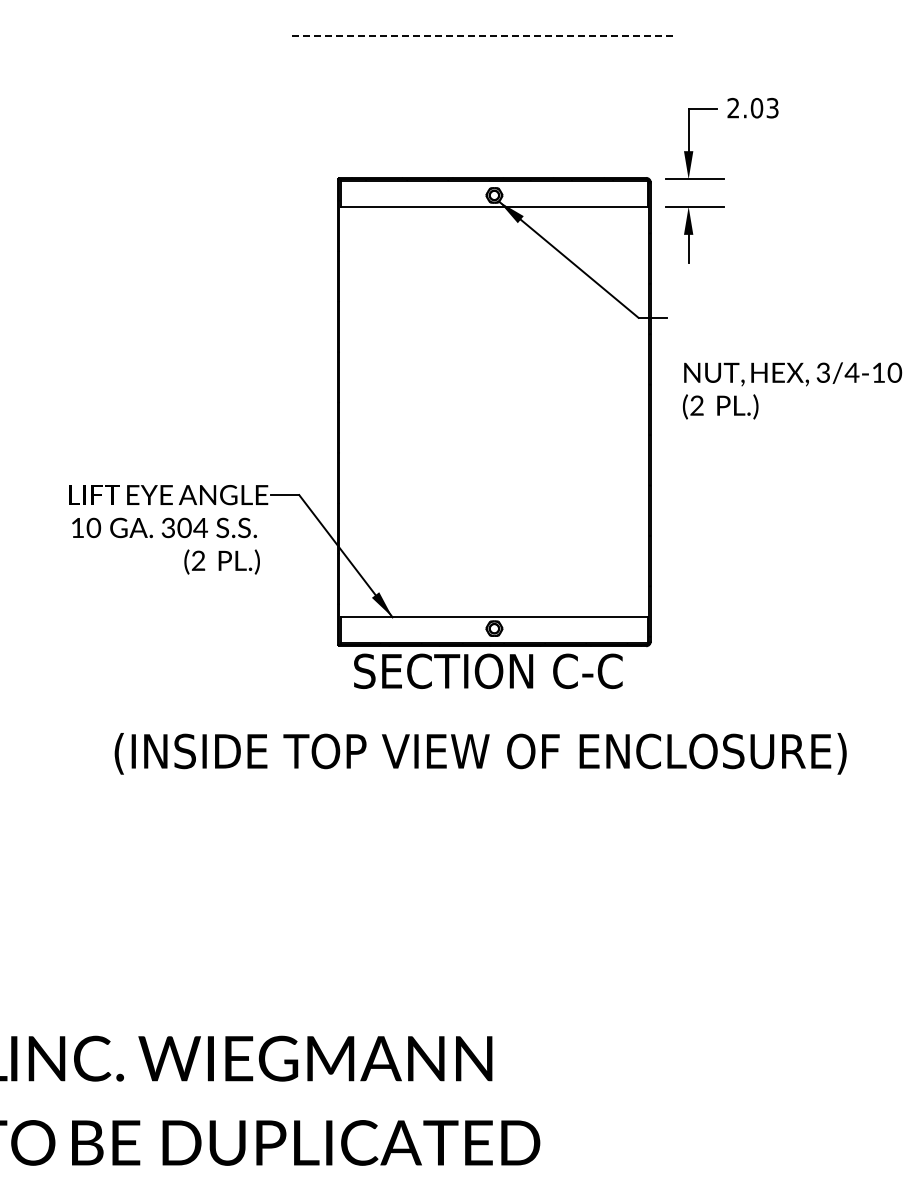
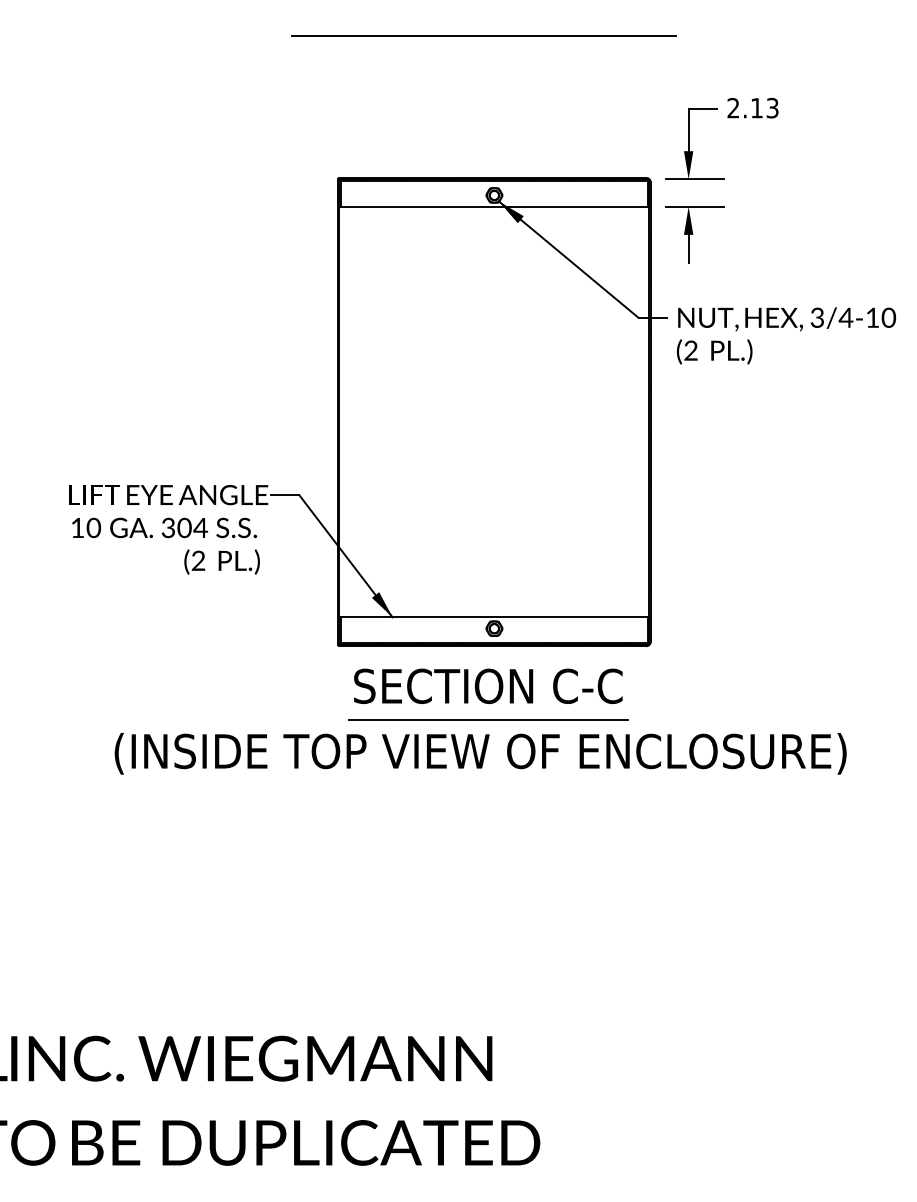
line at (484, 36): dashed -> solid
text at (756, 108): 2.03 -> 2.13
text at (792, 390) position: (792, 390) -> (786, 335)
text at (488, 670) position: (488, 670) -> (488, 685)
line at (488, 720): none -> present
